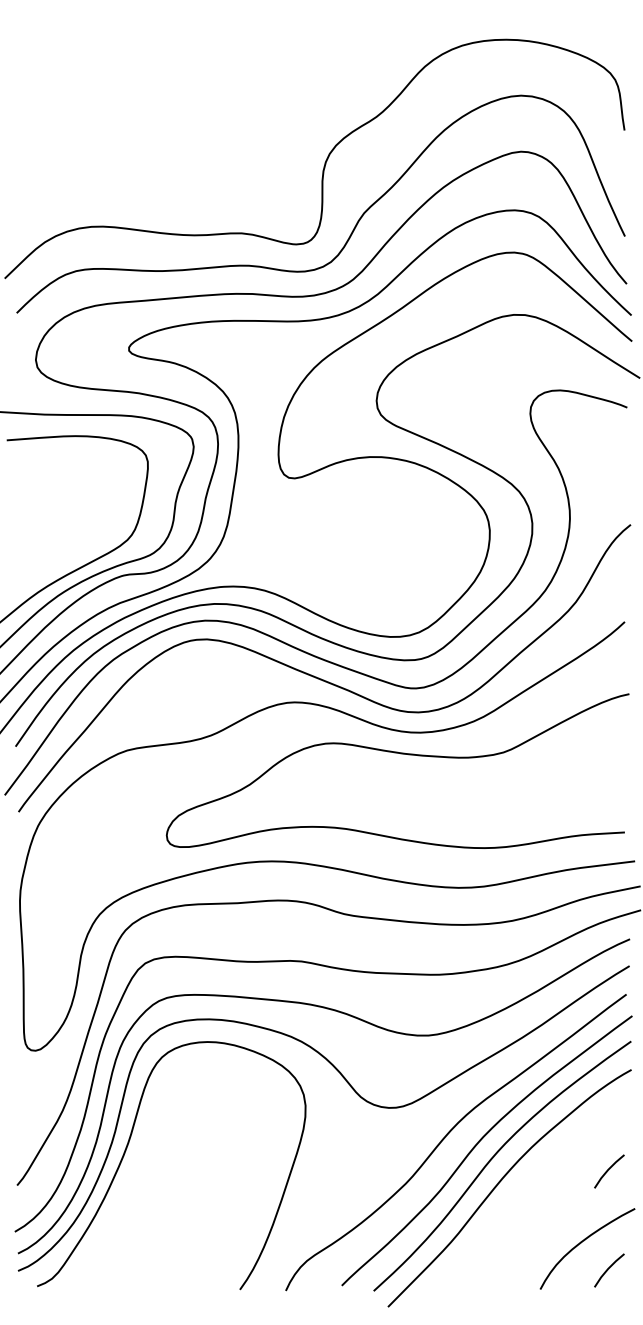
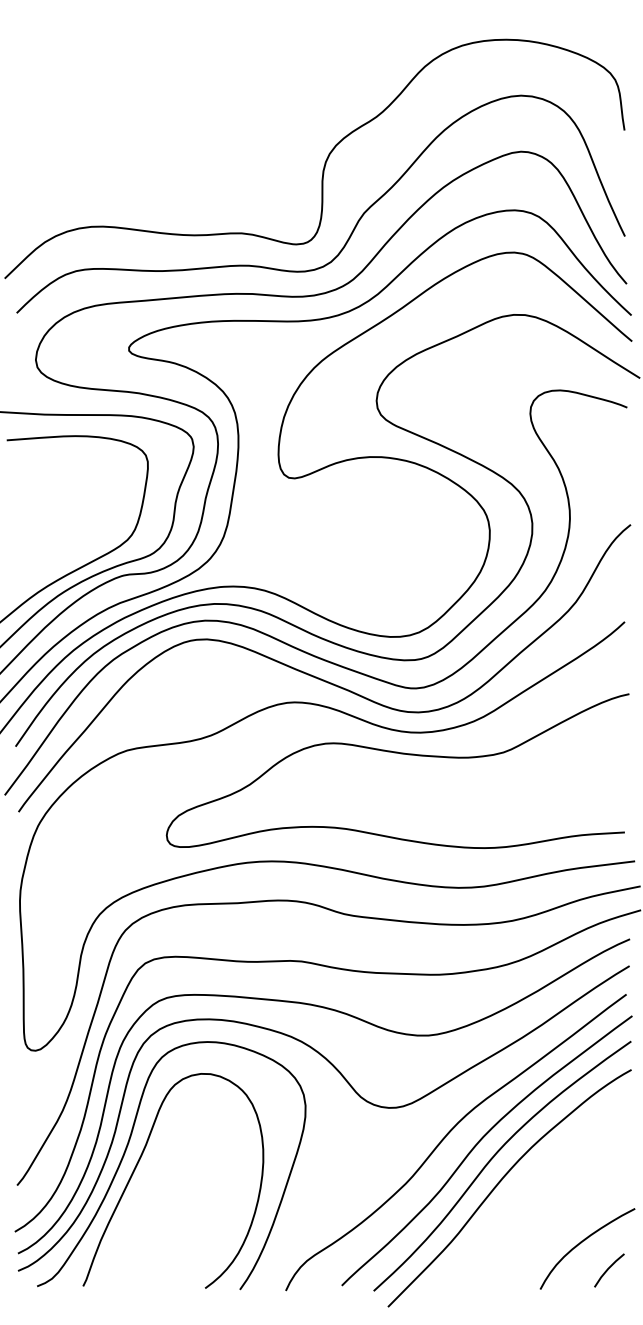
curve at (138, 1164): none -> present
line at (608, 1171): present -> none
